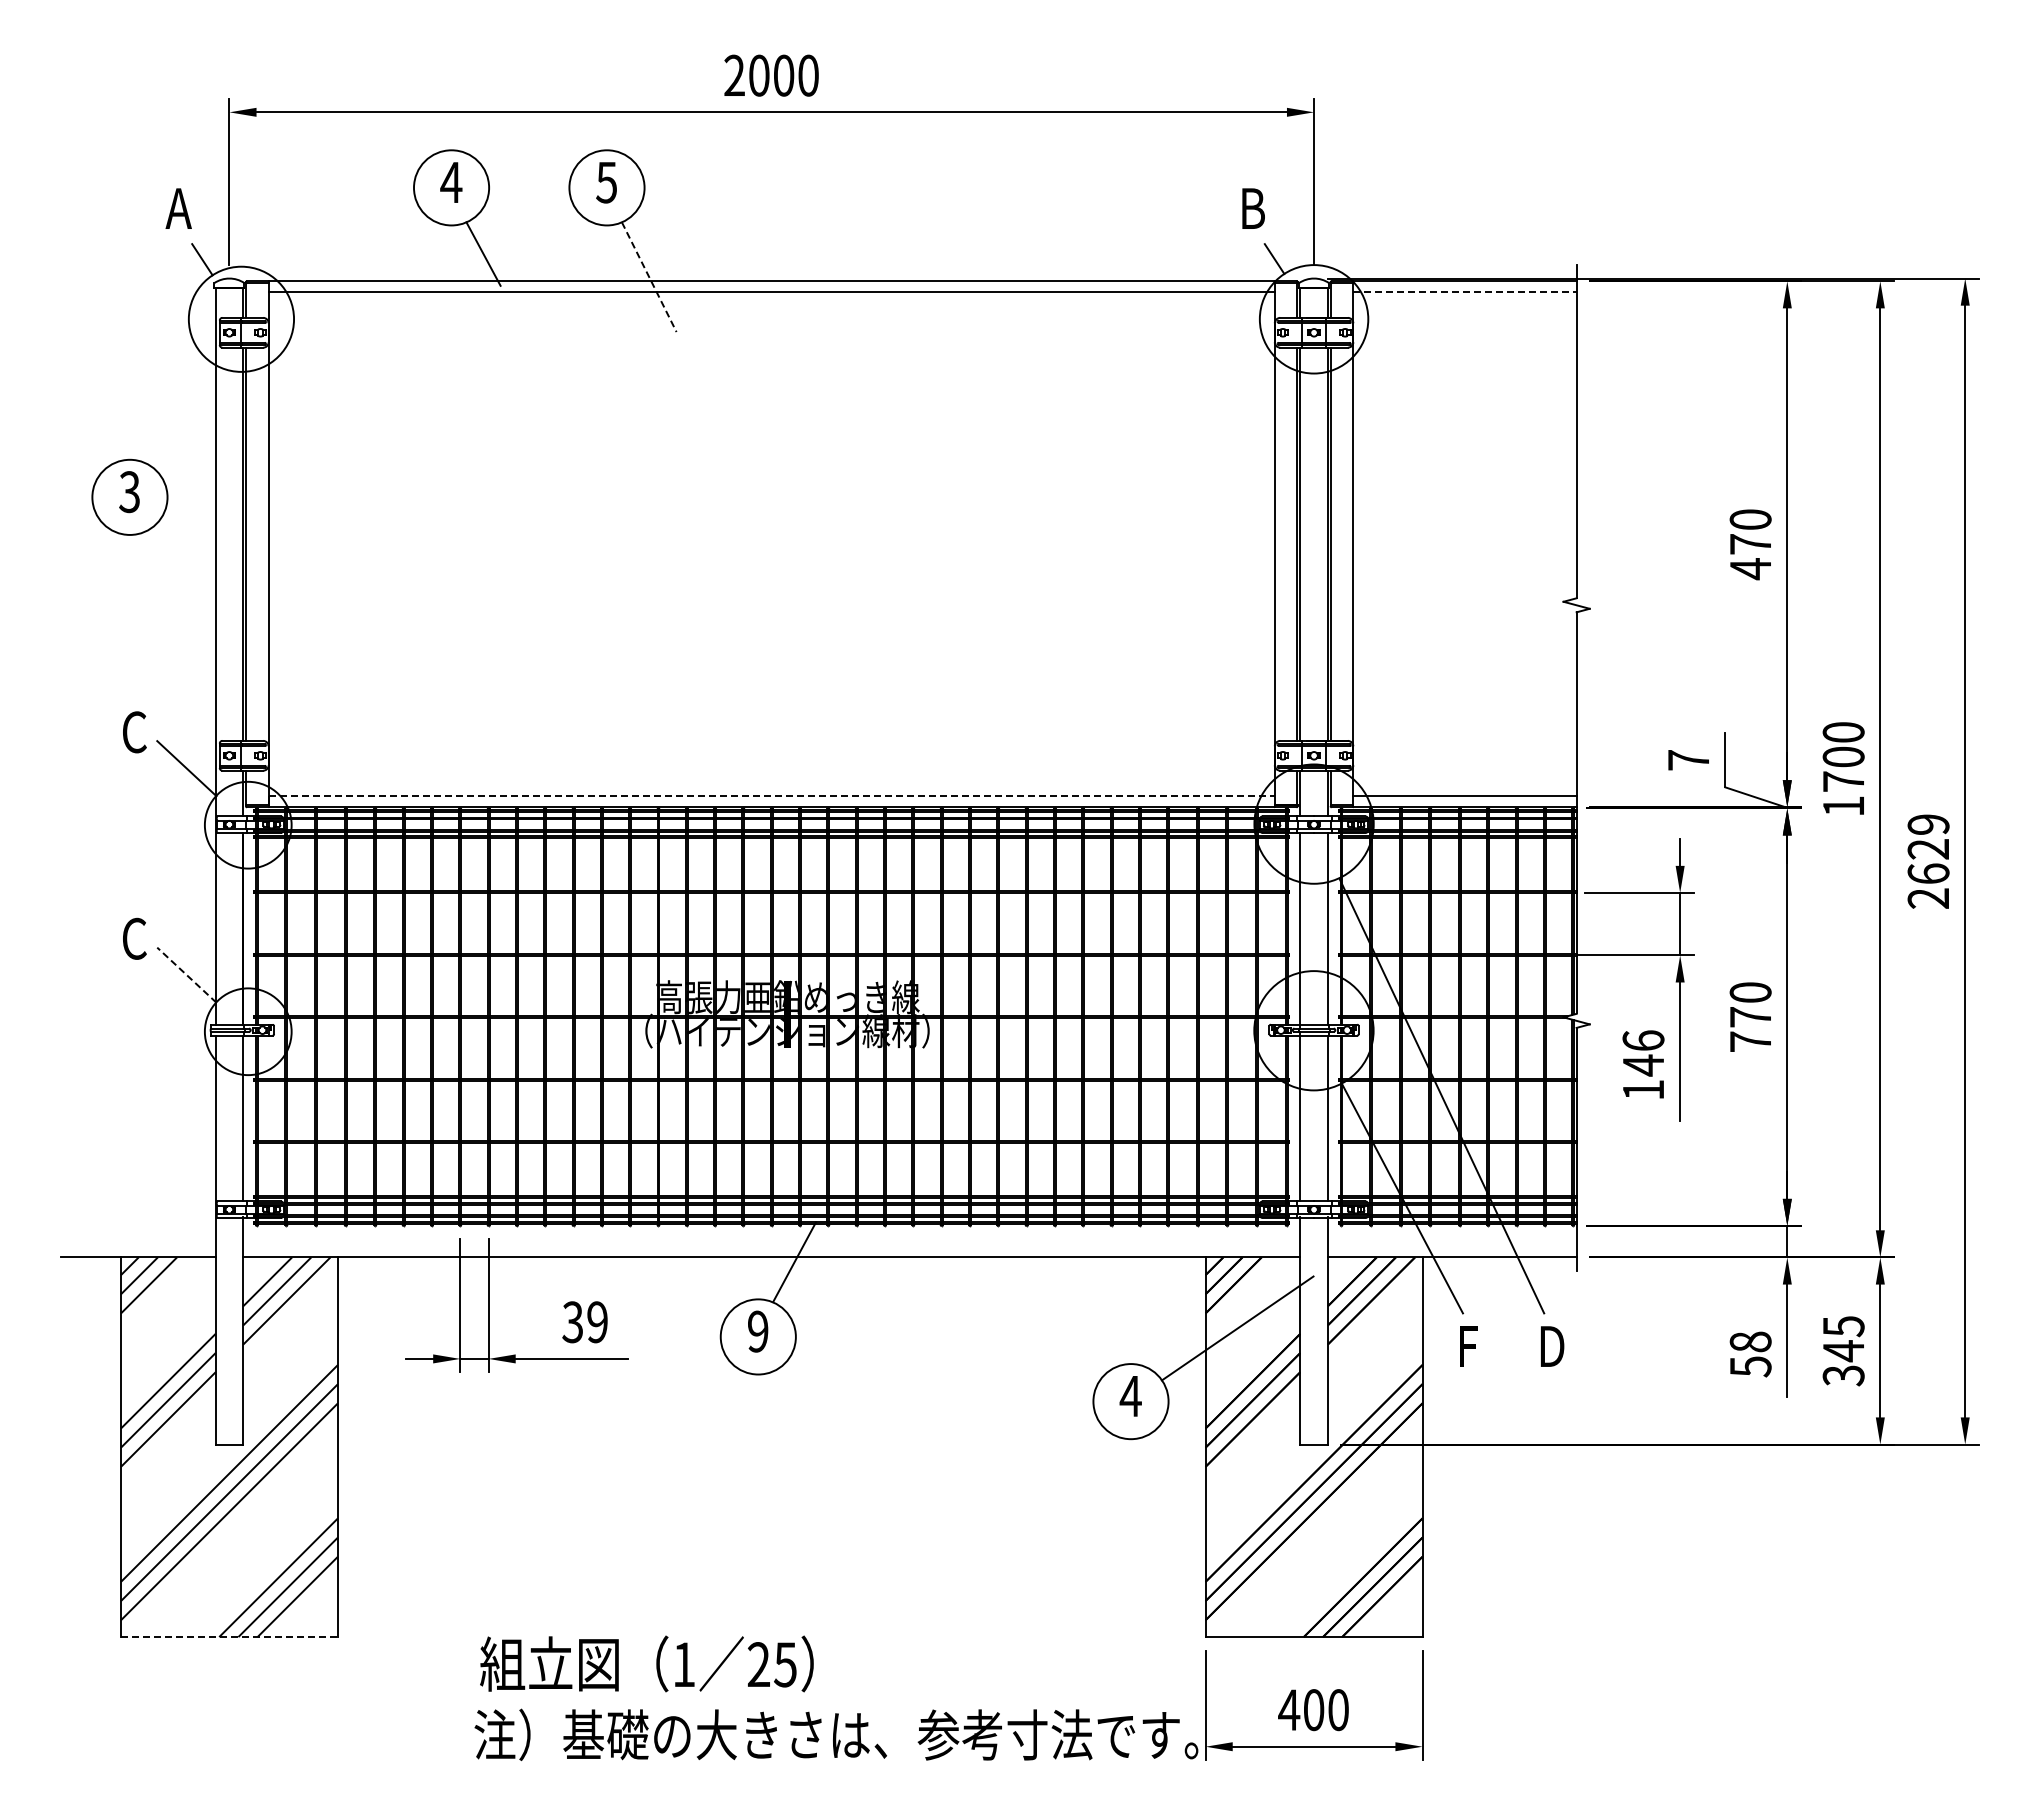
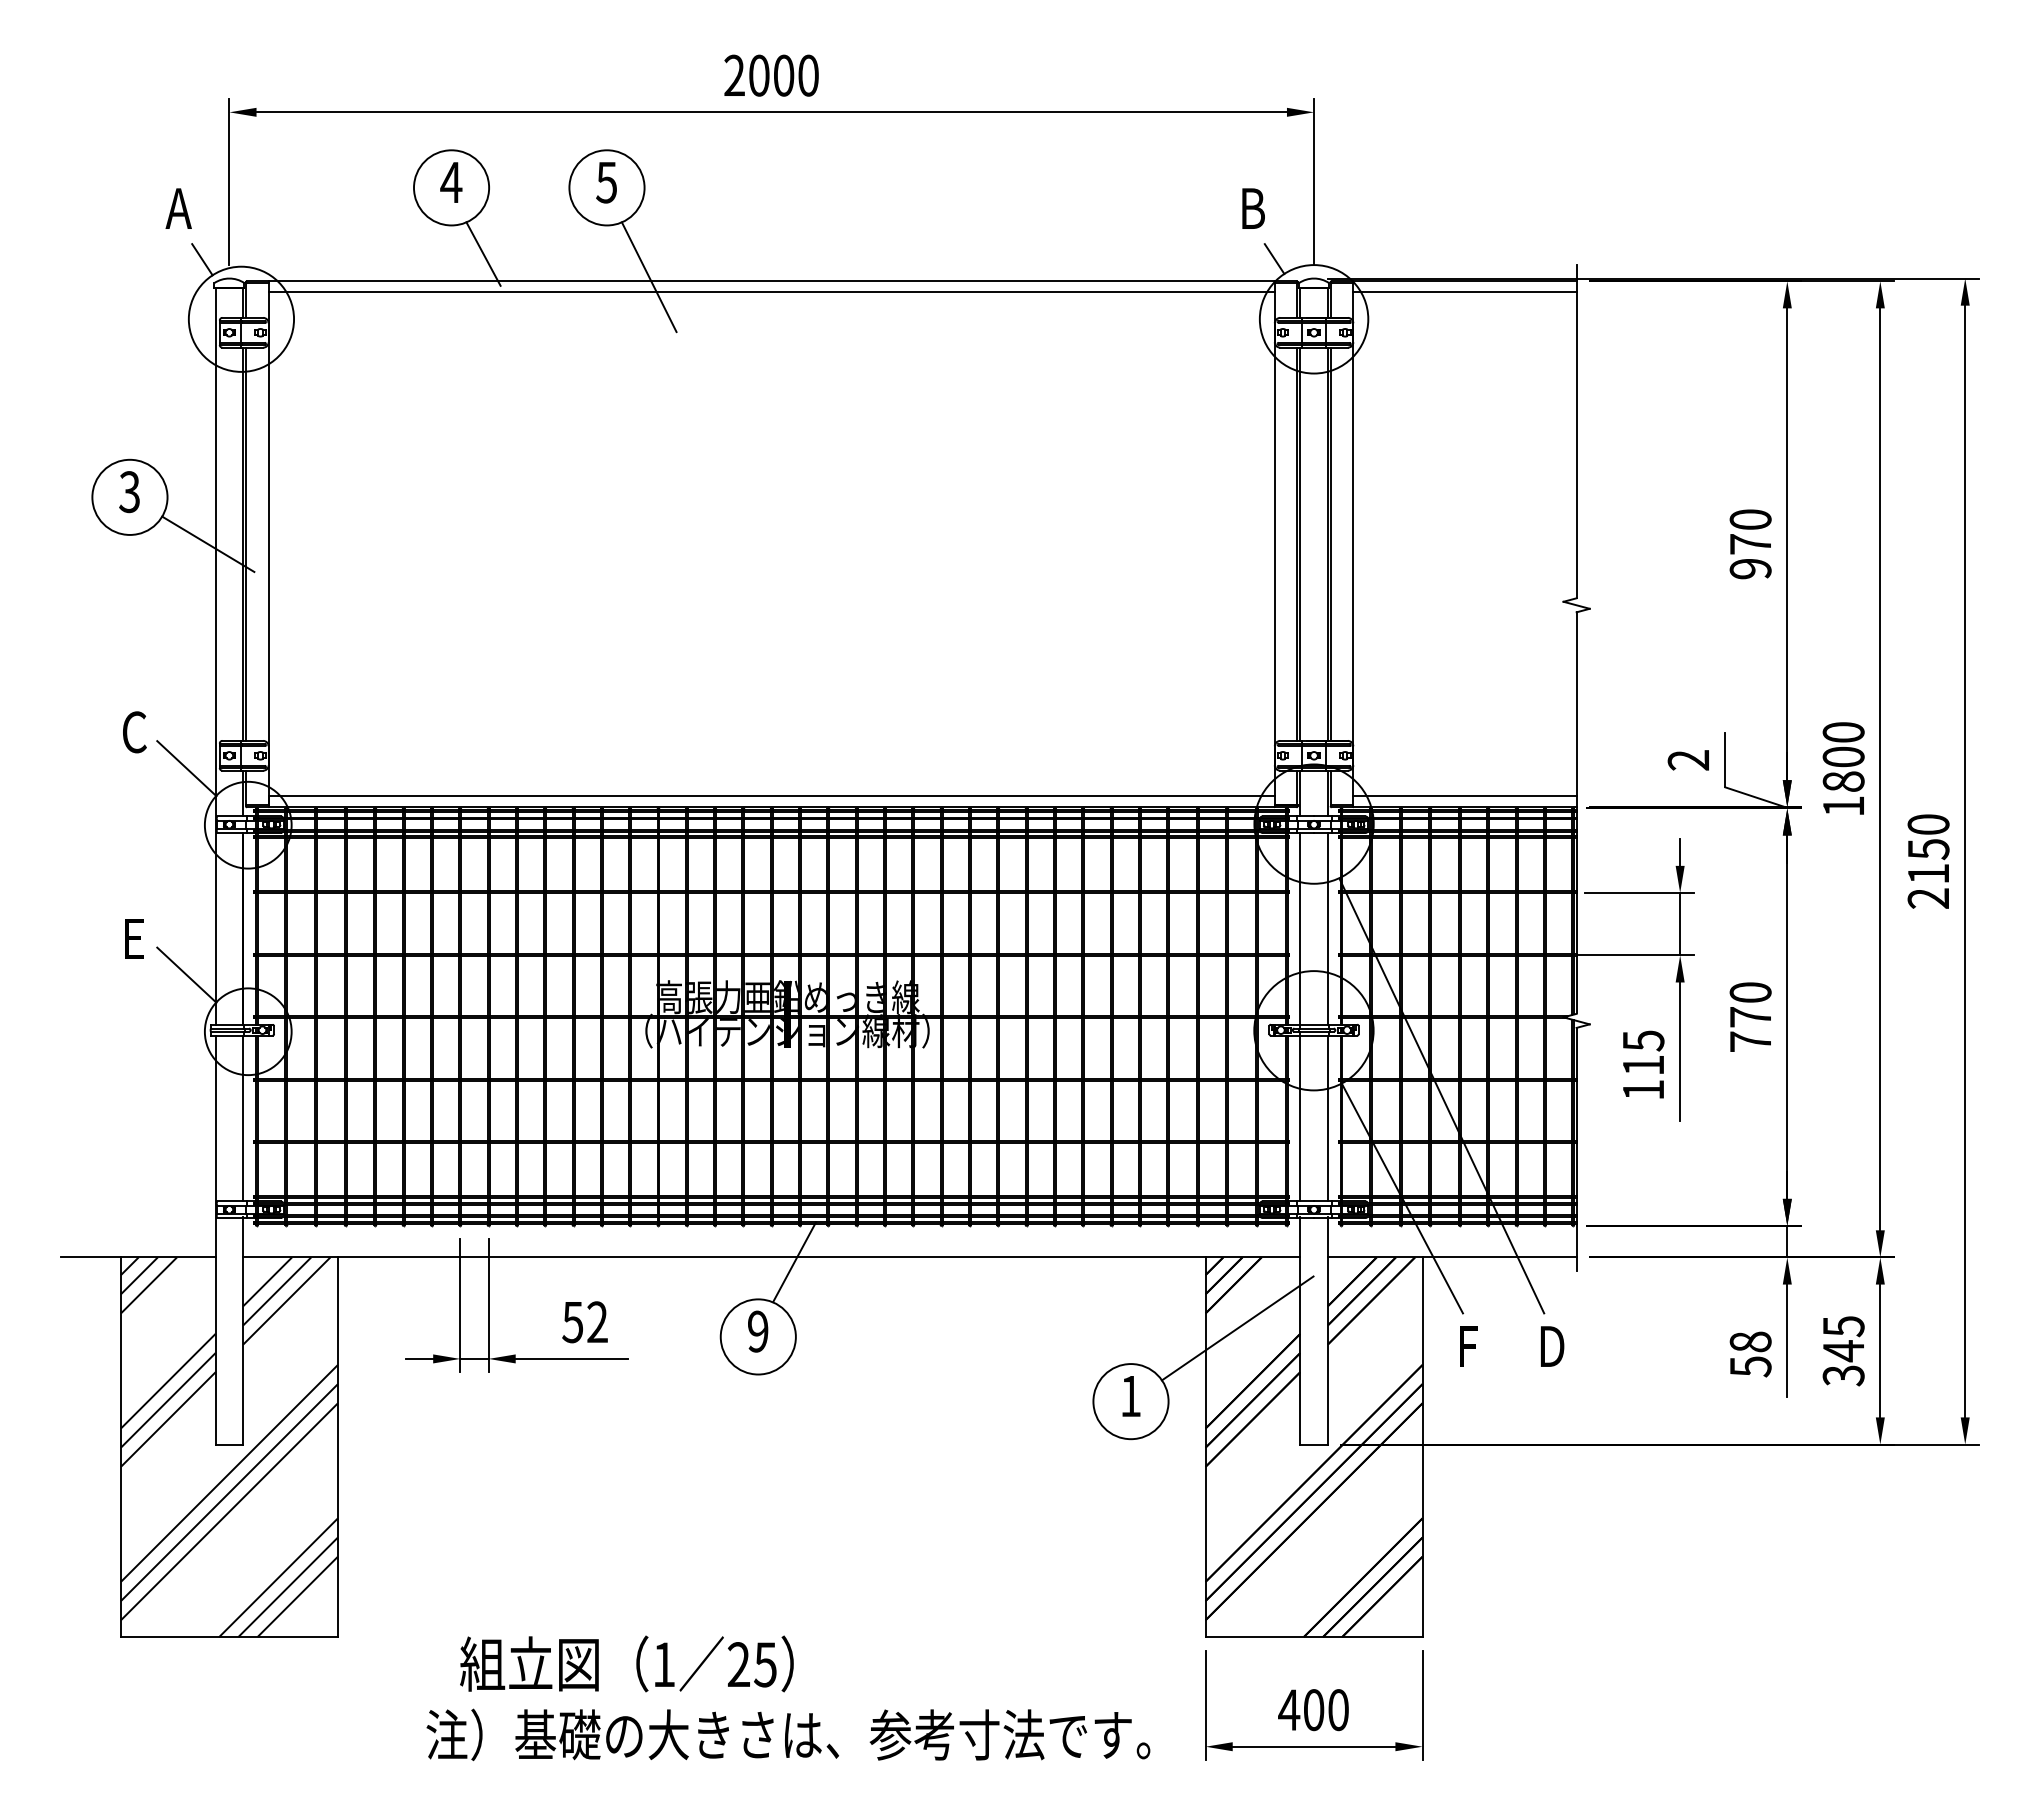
line at (649, 277): dashed -> solid
line at (1464, 292): dashed -> solid
line at (208, 544): none -> present
text at (1750, 569): 470 -> 970
text at (1687, 760): 7 -> 2
text at (1843, 781): 1700 -> 1800
line at (772, 796): dashed -> solid
text at (1928, 848): 2629 -> 2150
text at (134, 938): C -> E
line at (186, 974): dashed -> solid
text at (1643, 1053): 146 -> 115
text at (584, 1322): 39 -> 52
text at (1130, 1396): 4 -> 1
line at (229, 1637): dashed -> solid
text at (646, 1663) position: (646, 1663) -> (626, 1663)
text at (836, 1734) position: (836, 1734) -> (788, 1734)
